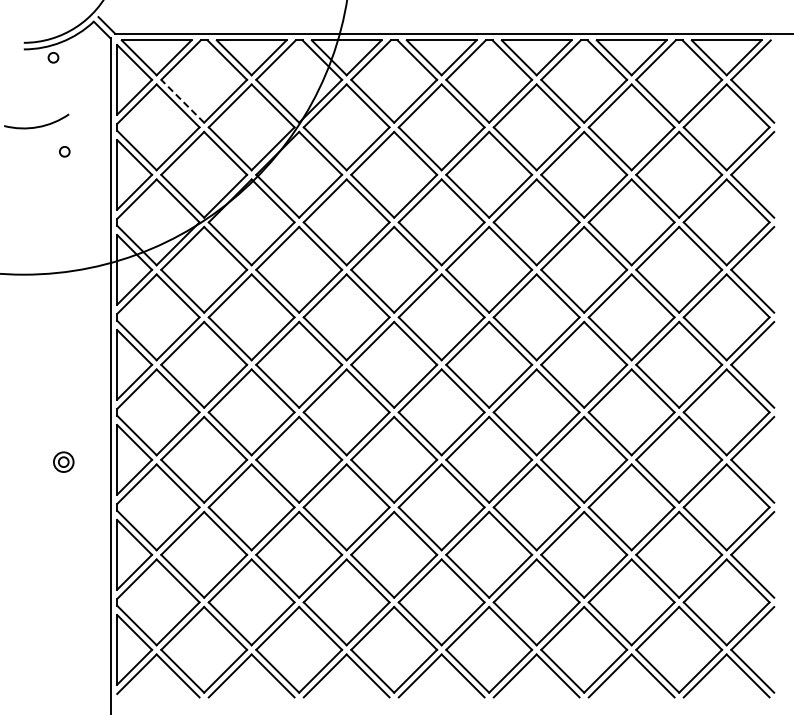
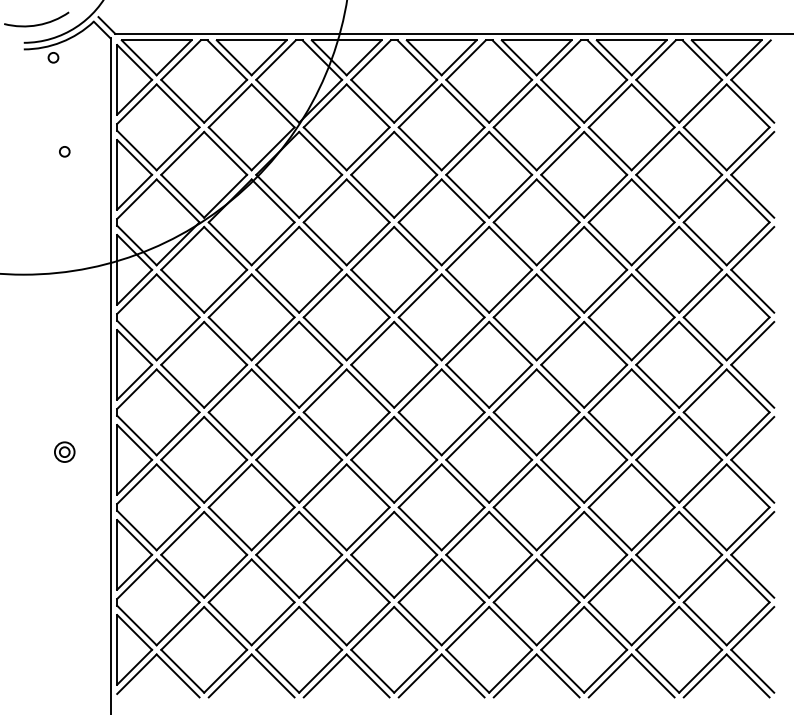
line at (182, 100): dashed -> solid
arc at (39, 125) position: (39, 125) -> (39, 23)
part at (63, 461) position: (63, 461) -> (64, 451)
